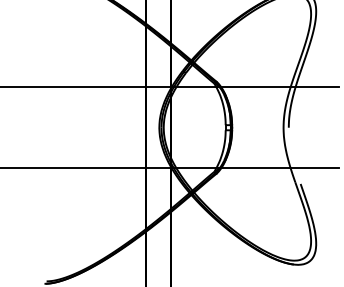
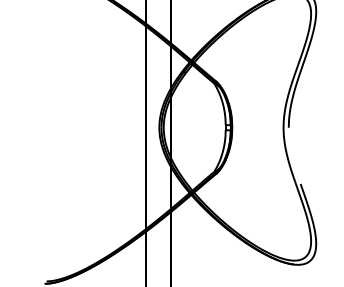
line at (170, 87): present -> none
line at (170, 168): present -> none
